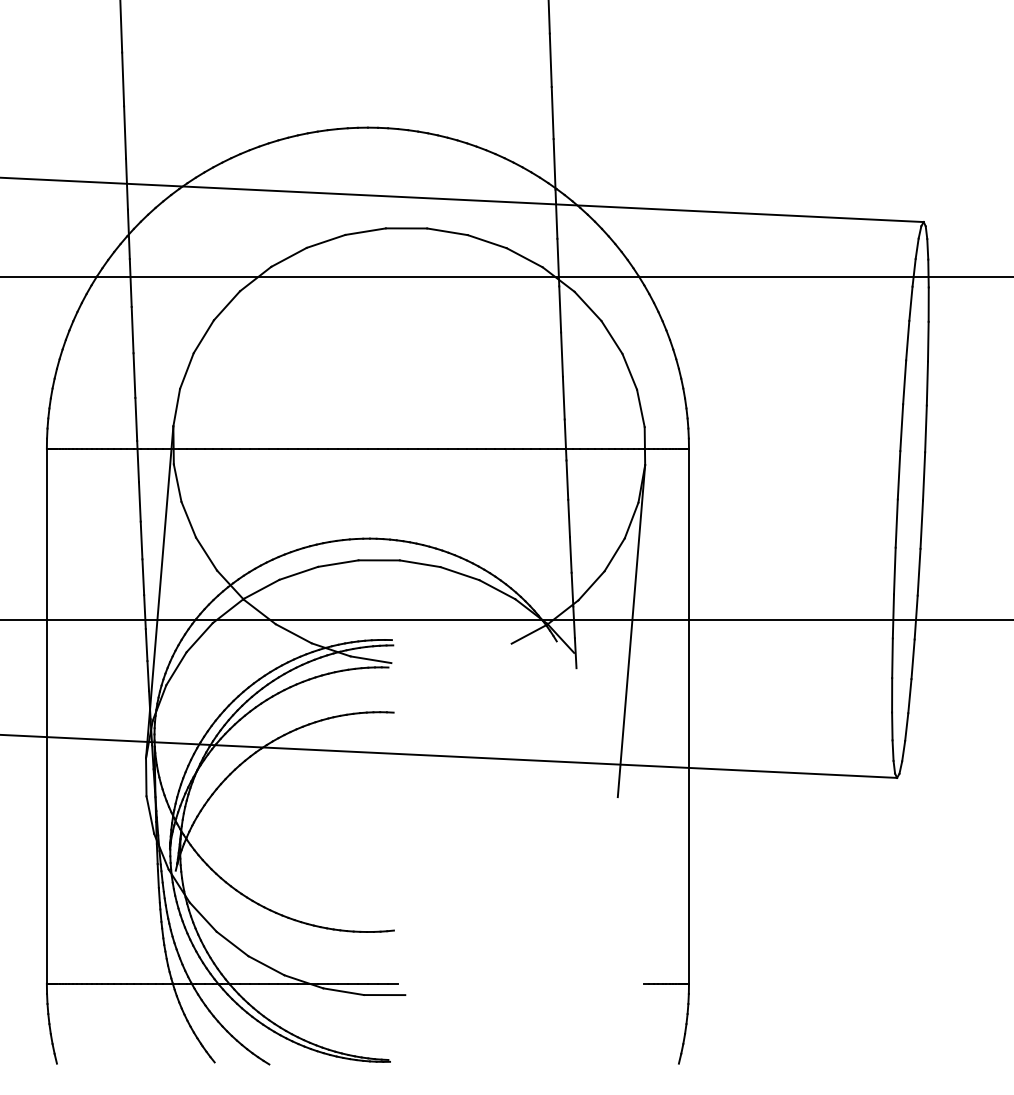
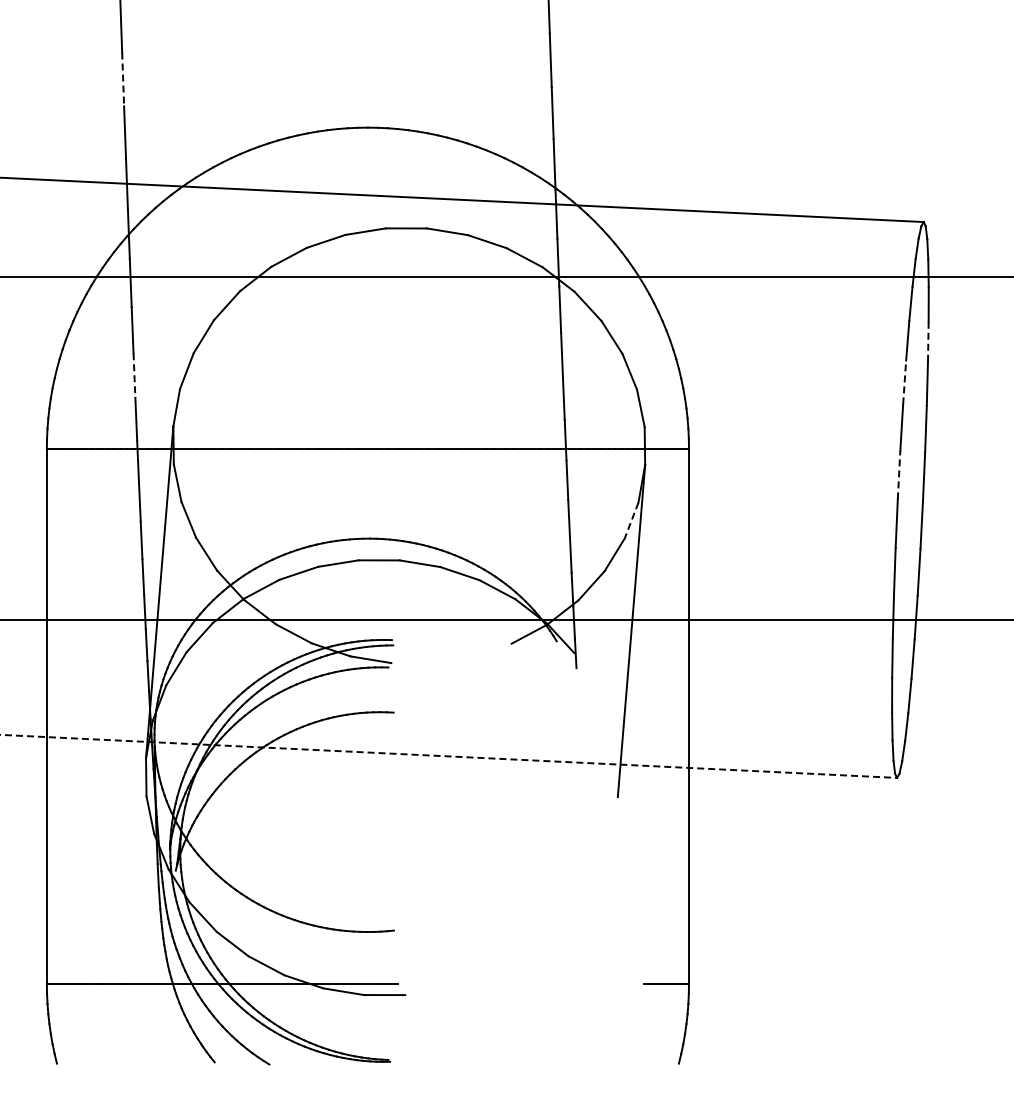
line at (123, 79): solid -> dashed
line at (928, 341): solid -> dashed
line at (134, 376): solid -> dashed
line at (904, 382): solid -> dashed
line at (899, 474): solid -> dashed
line at (631, 520): solid -> dashed
line at (448, 756): solid -> dashed
